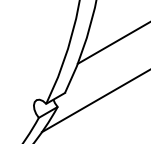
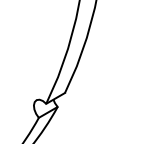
line at (112, 43): present -> none
line at (94, 101): present -> none
